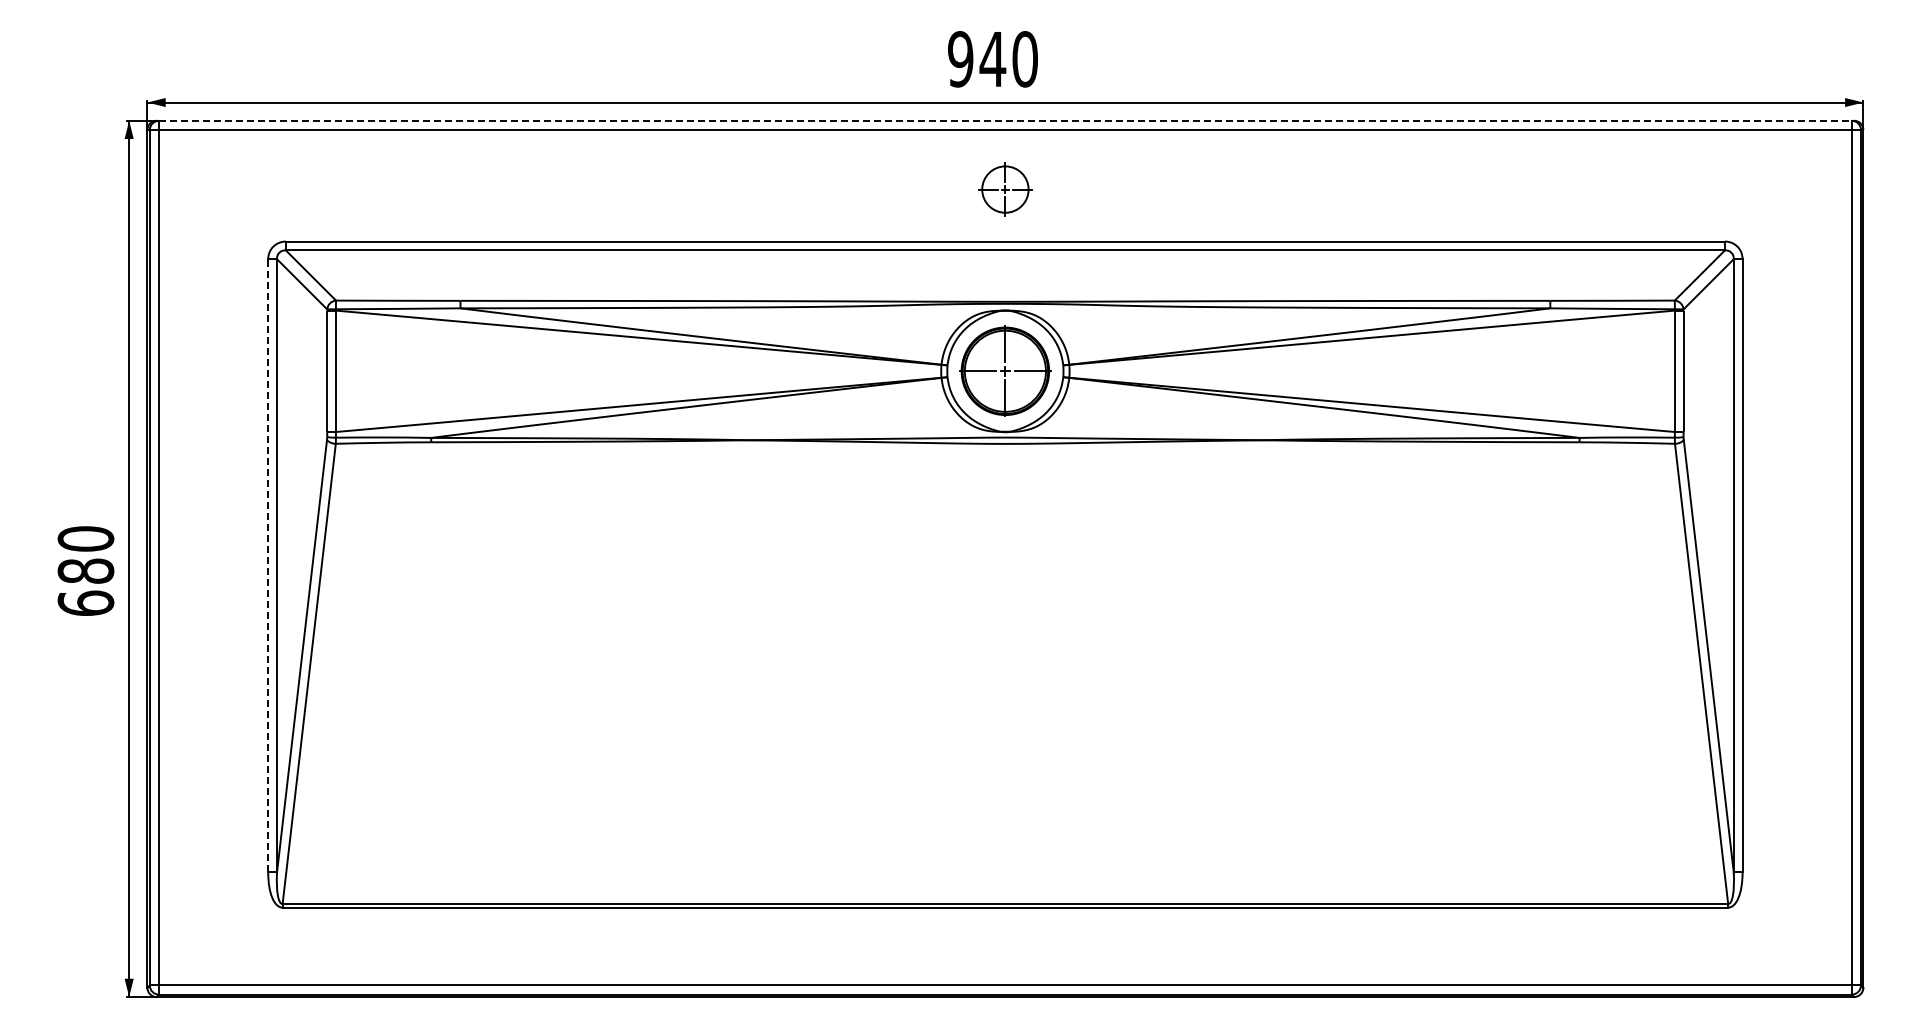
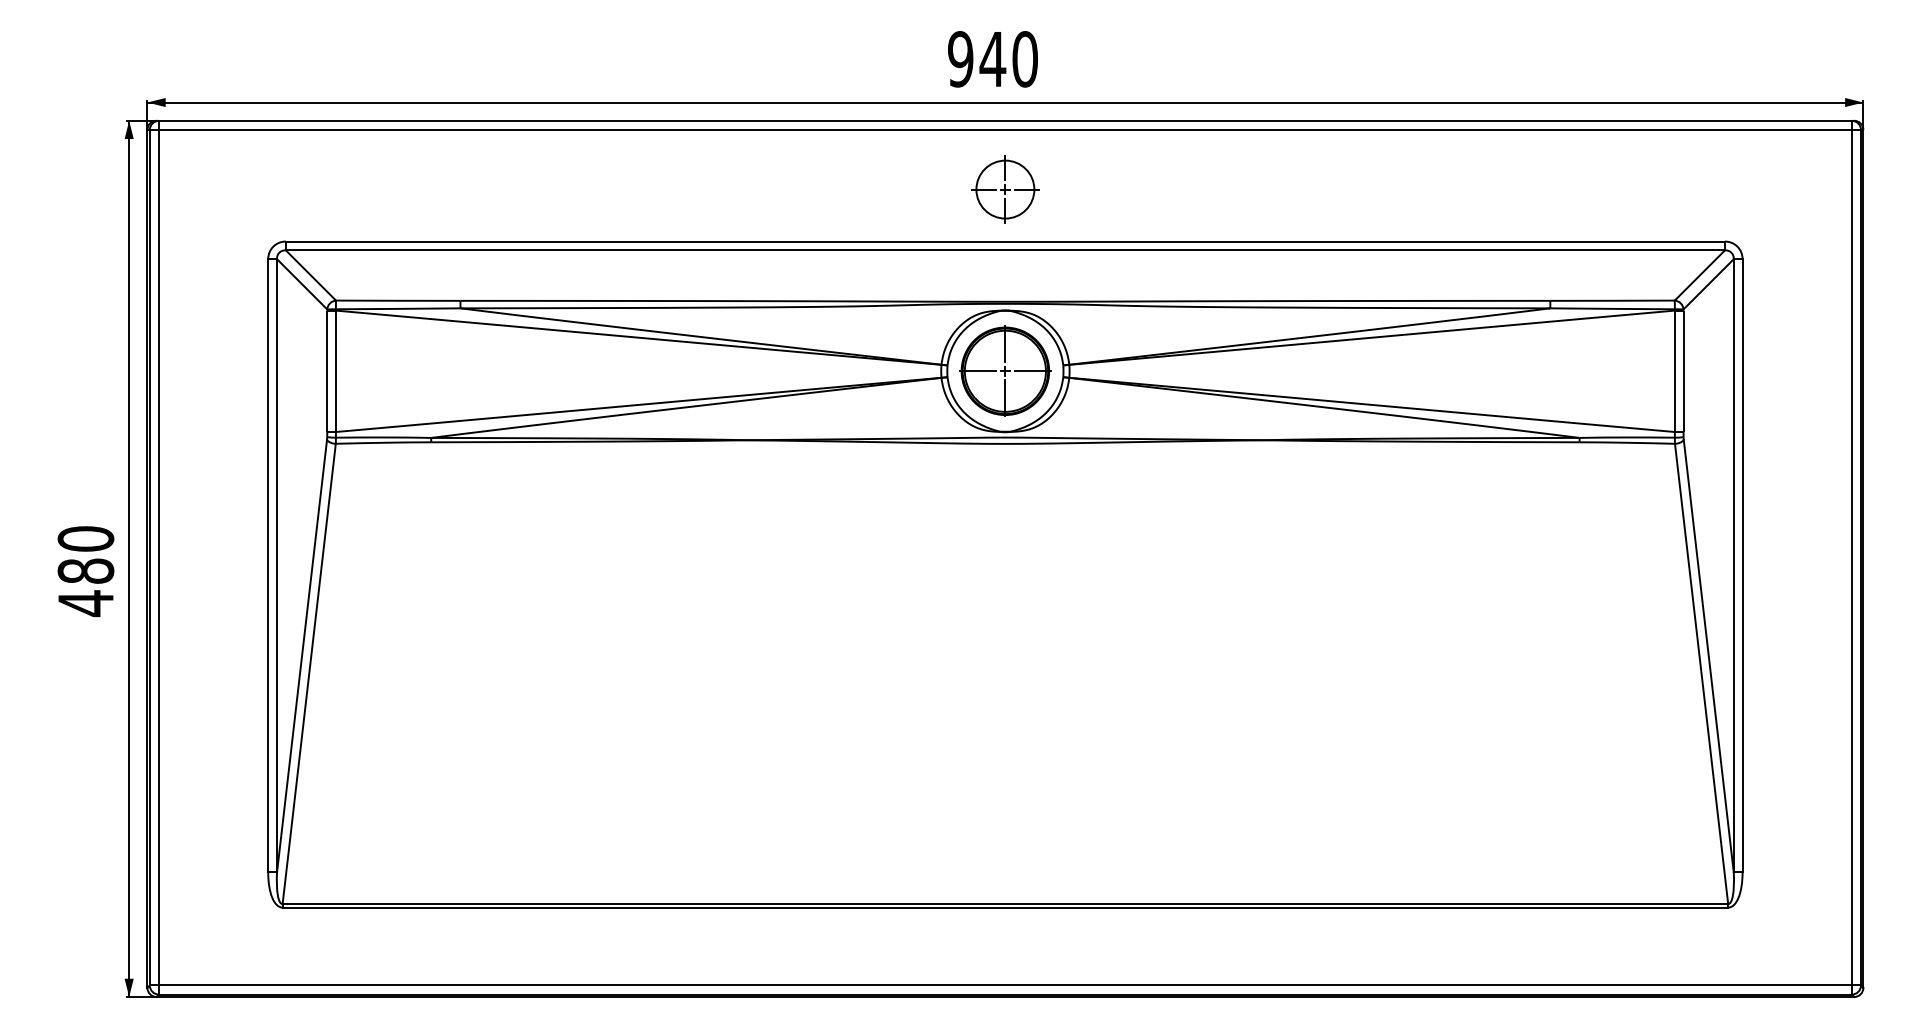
line at (1005, 120): dashed -> solid
part at (1005, 189) size: 55x55 px -> 69x69 px
line at (268, 565): dashed -> solid
text at (85, 603): 680 -> 480
